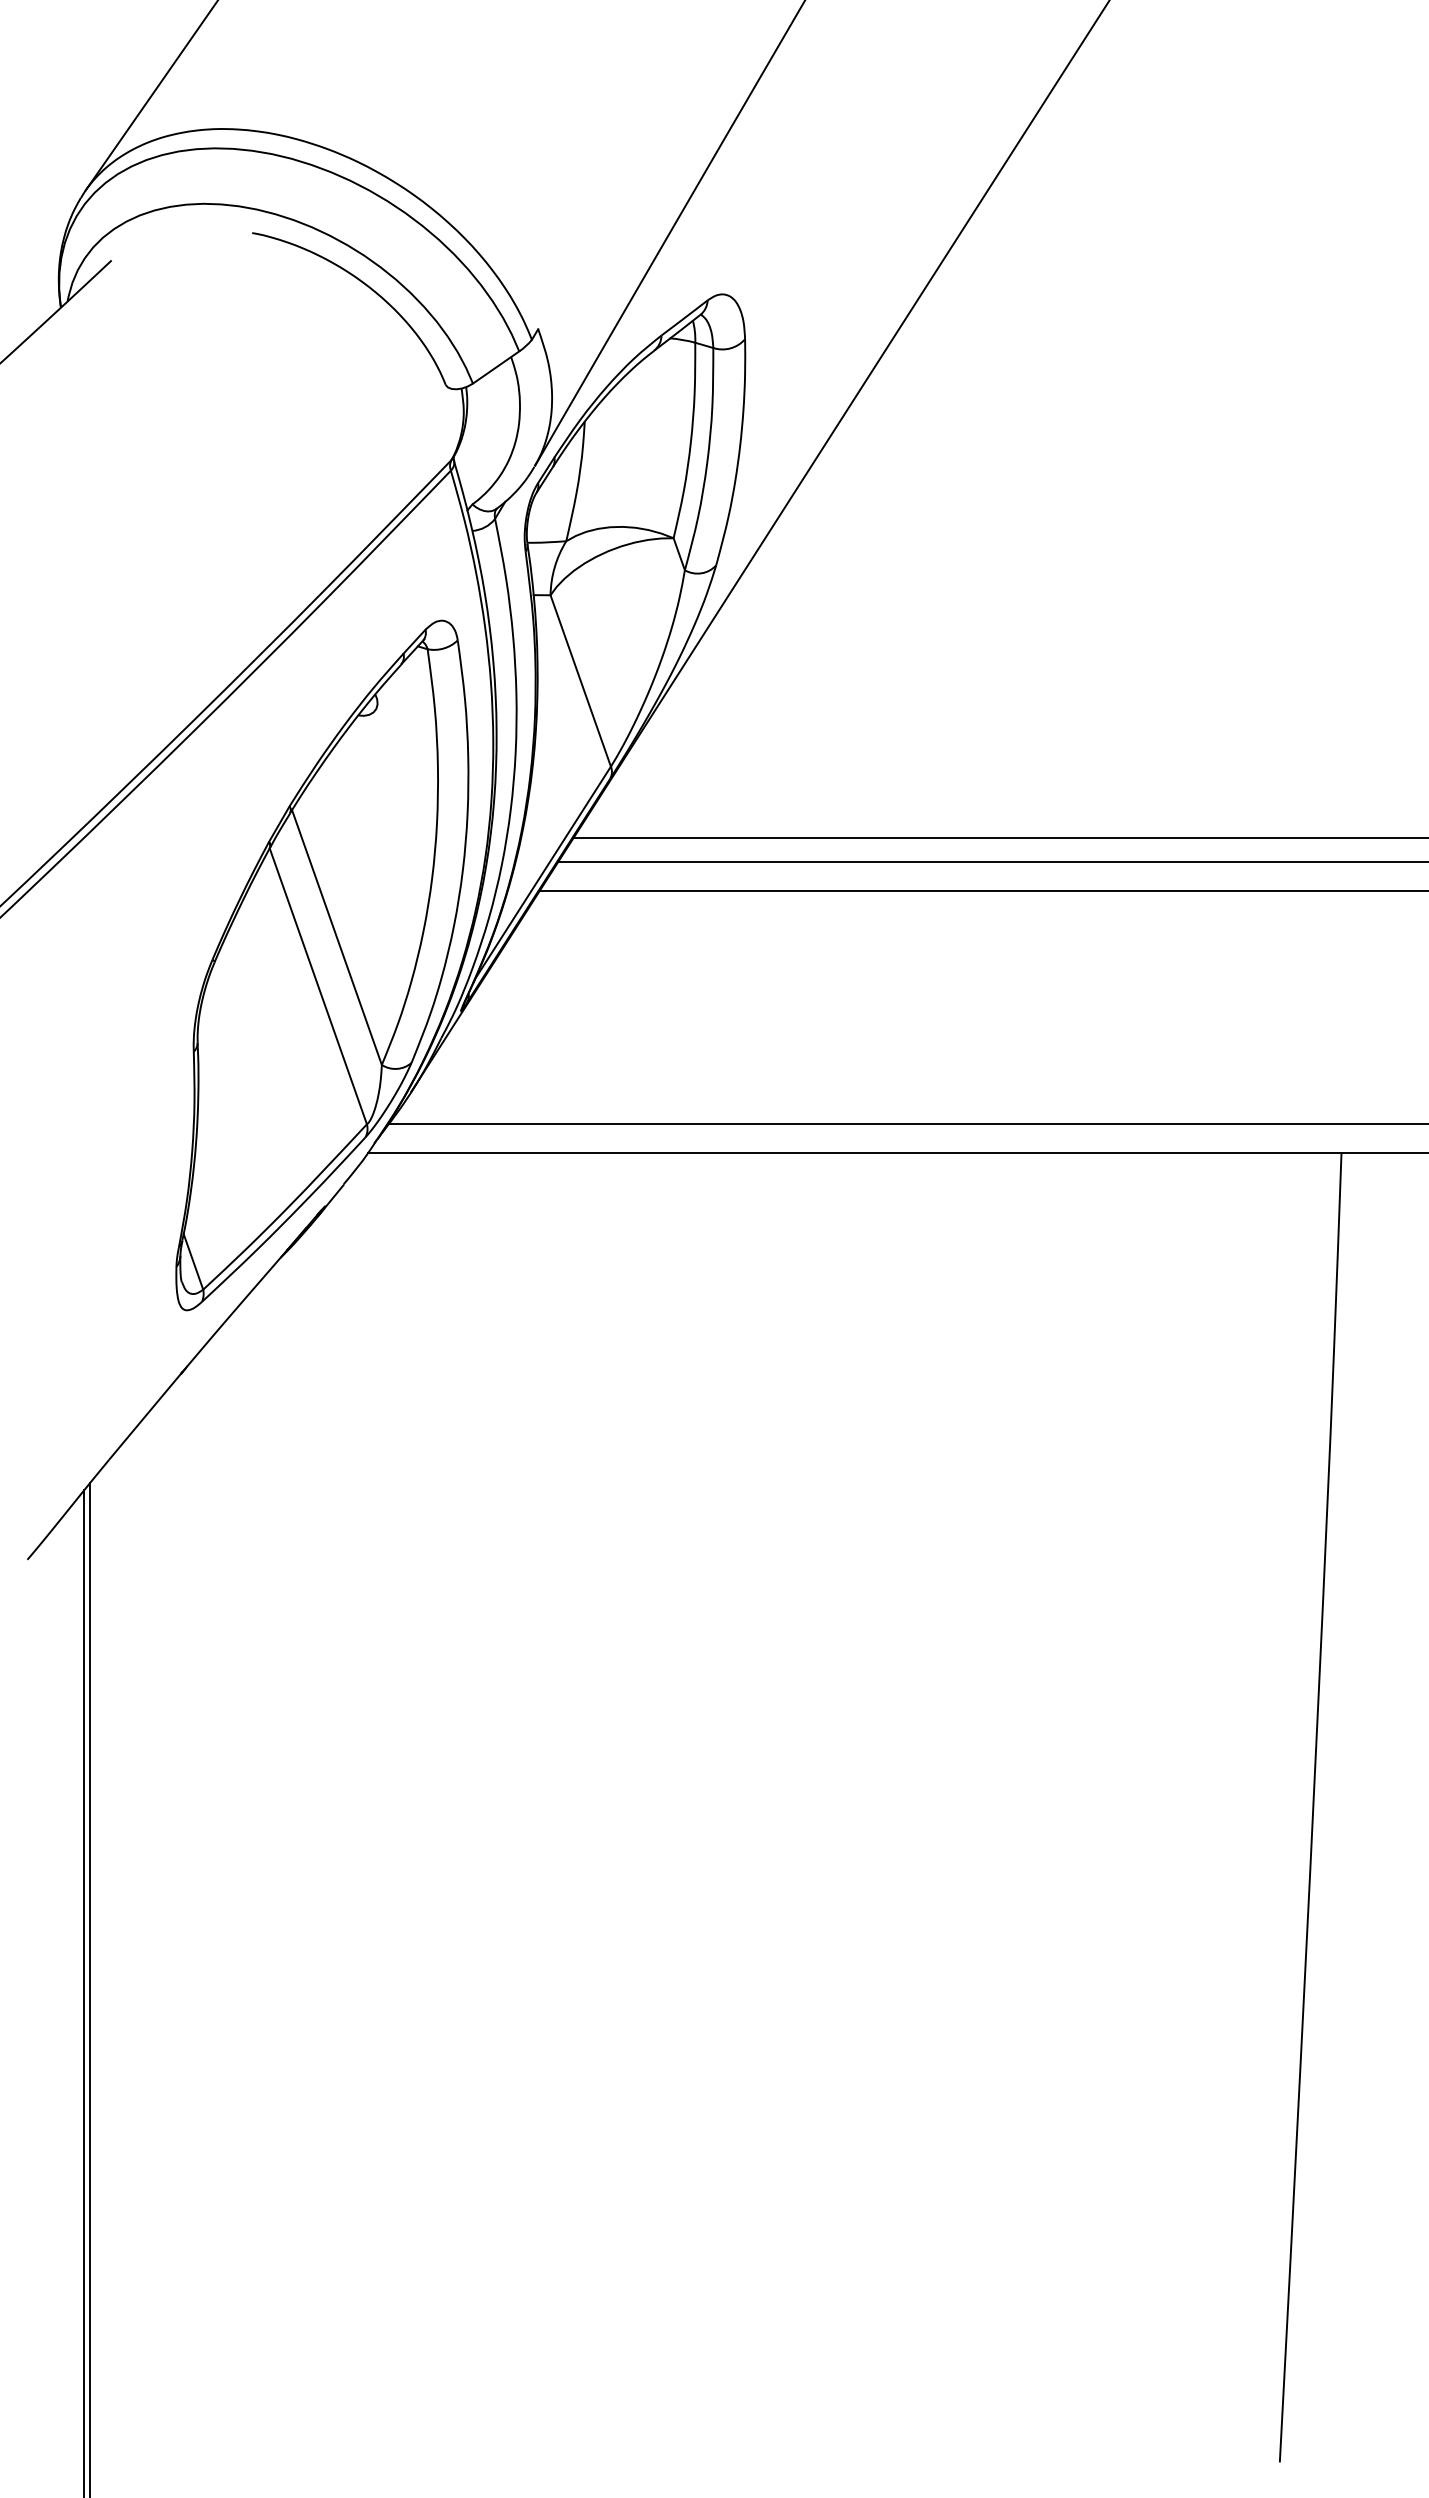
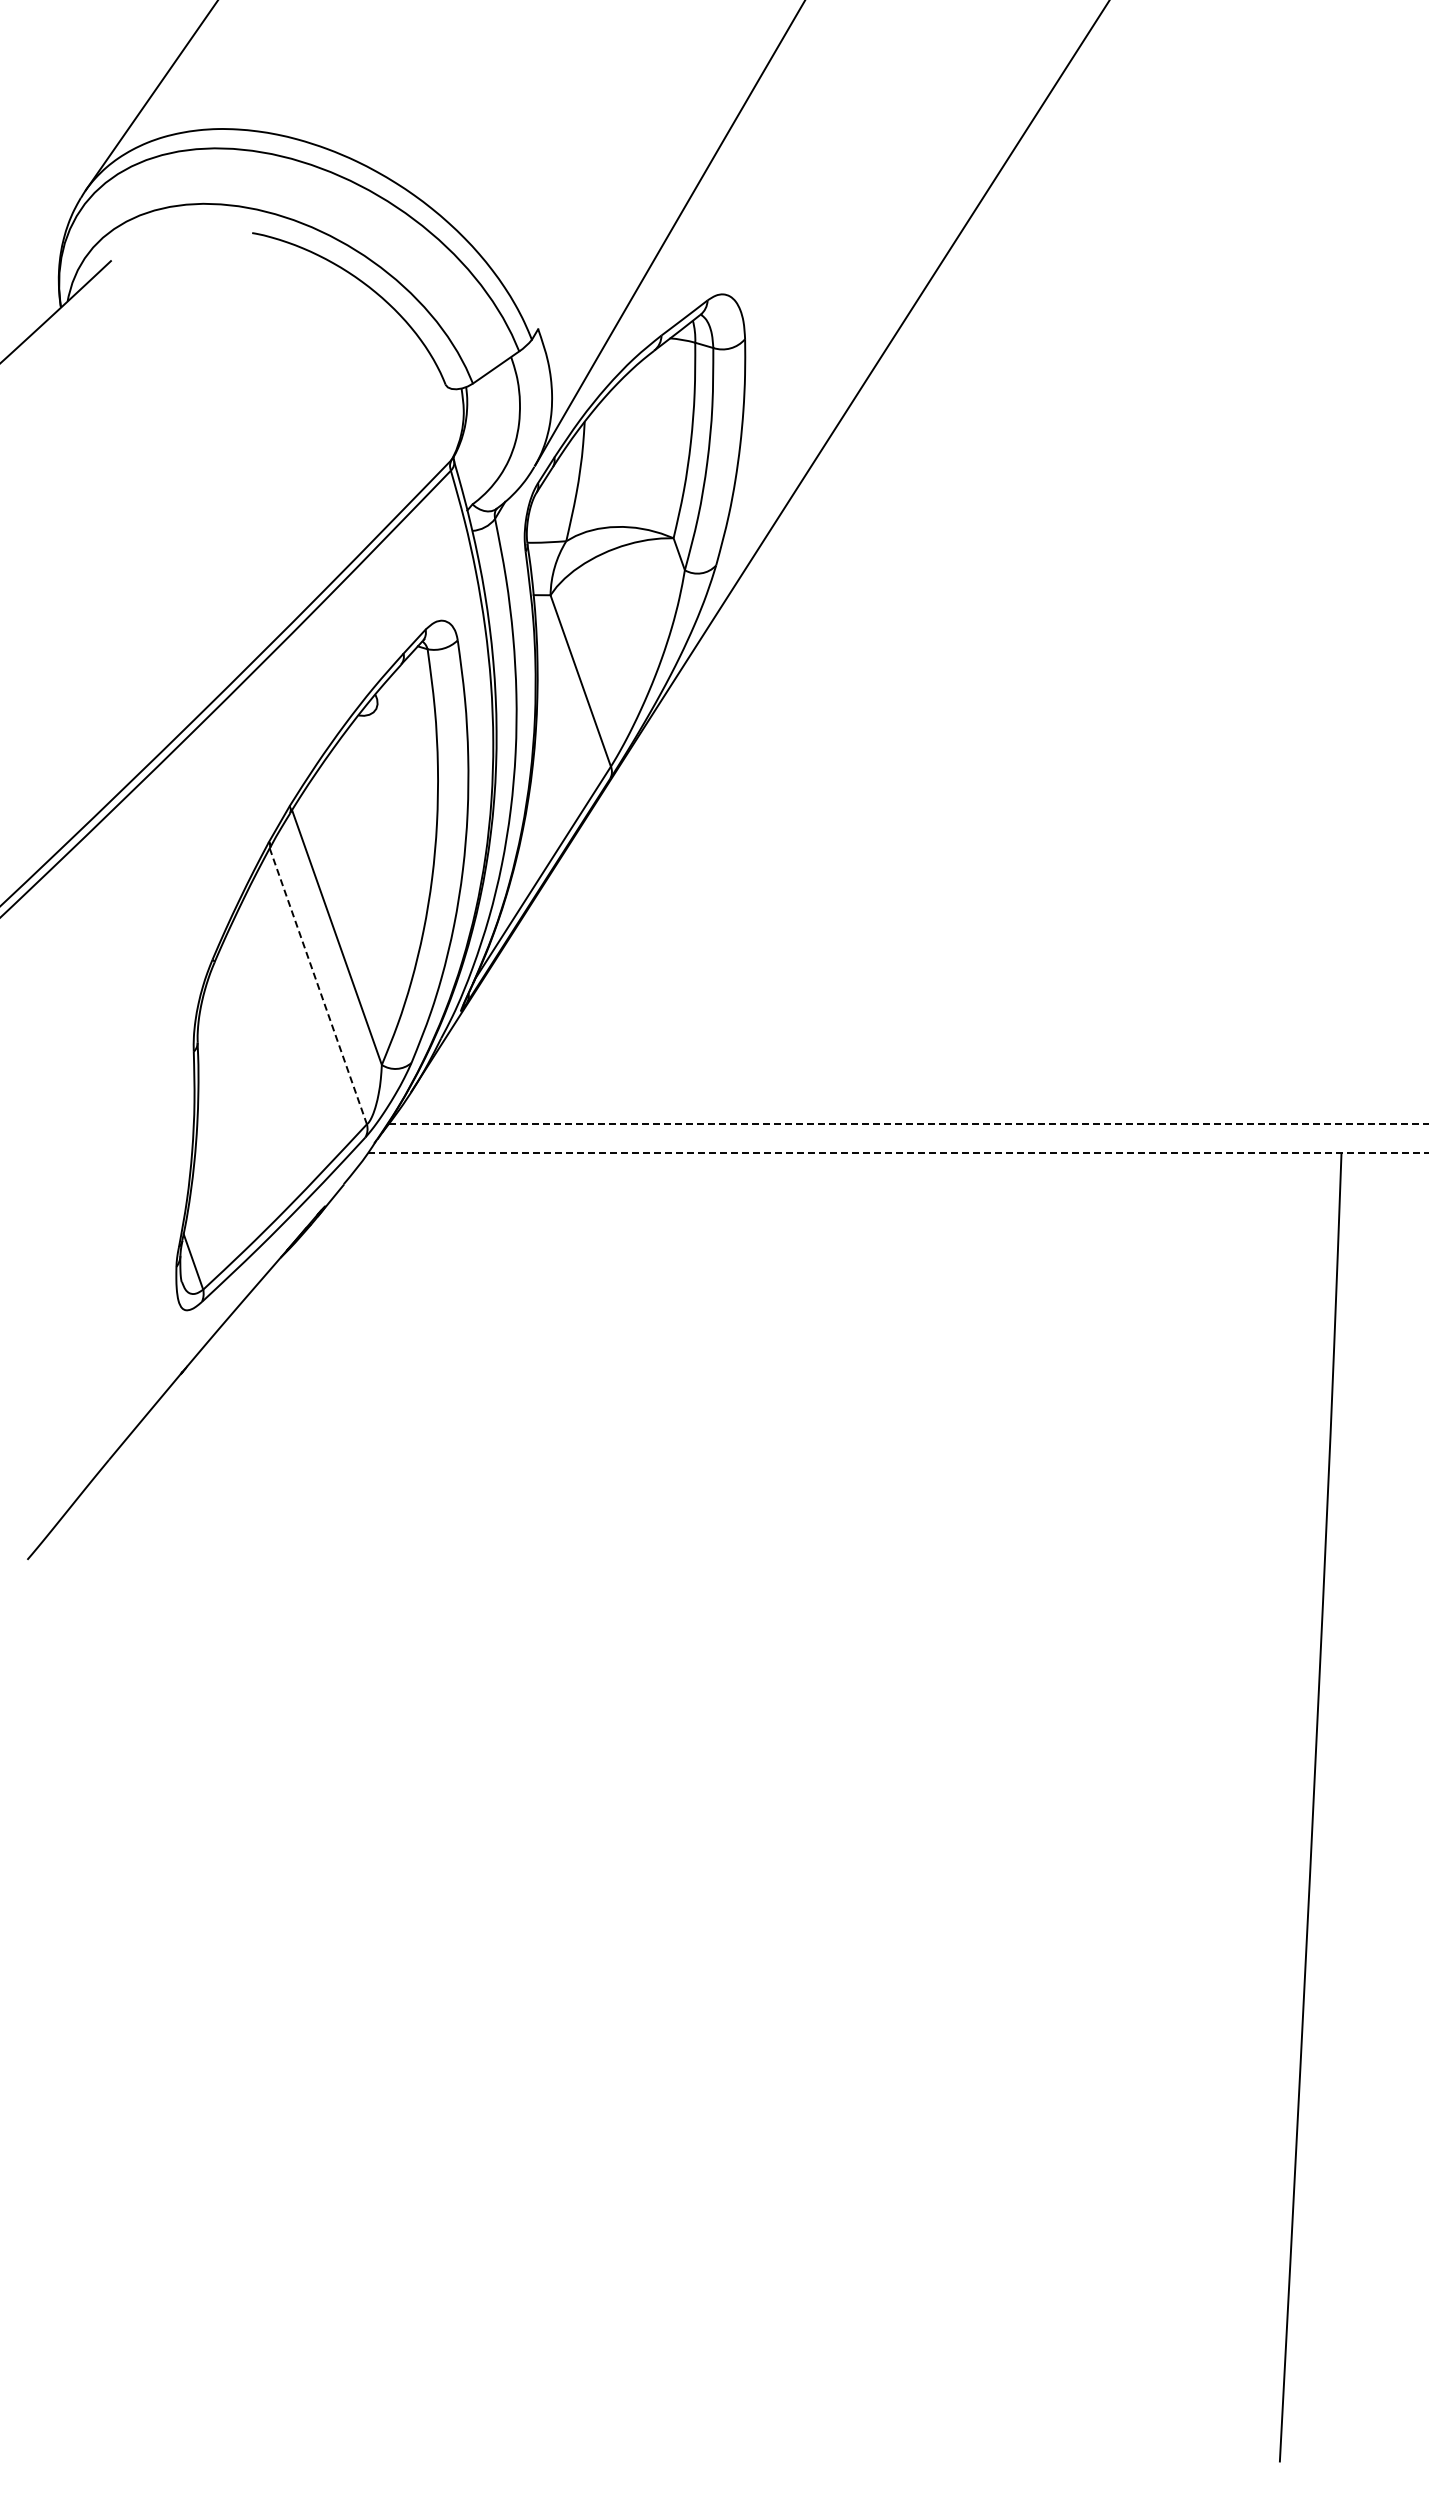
line at (999, 837): present -> none
line at (991, 862): present -> none
line at (982, 891): present -> none
line at (318, 986): solid -> dashed
line at (908, 1123): solid -> dashed
line at (898, 1152): solid -> dashed
line at (89, 1988): present -> none
line at (84, 1992): present -> none
